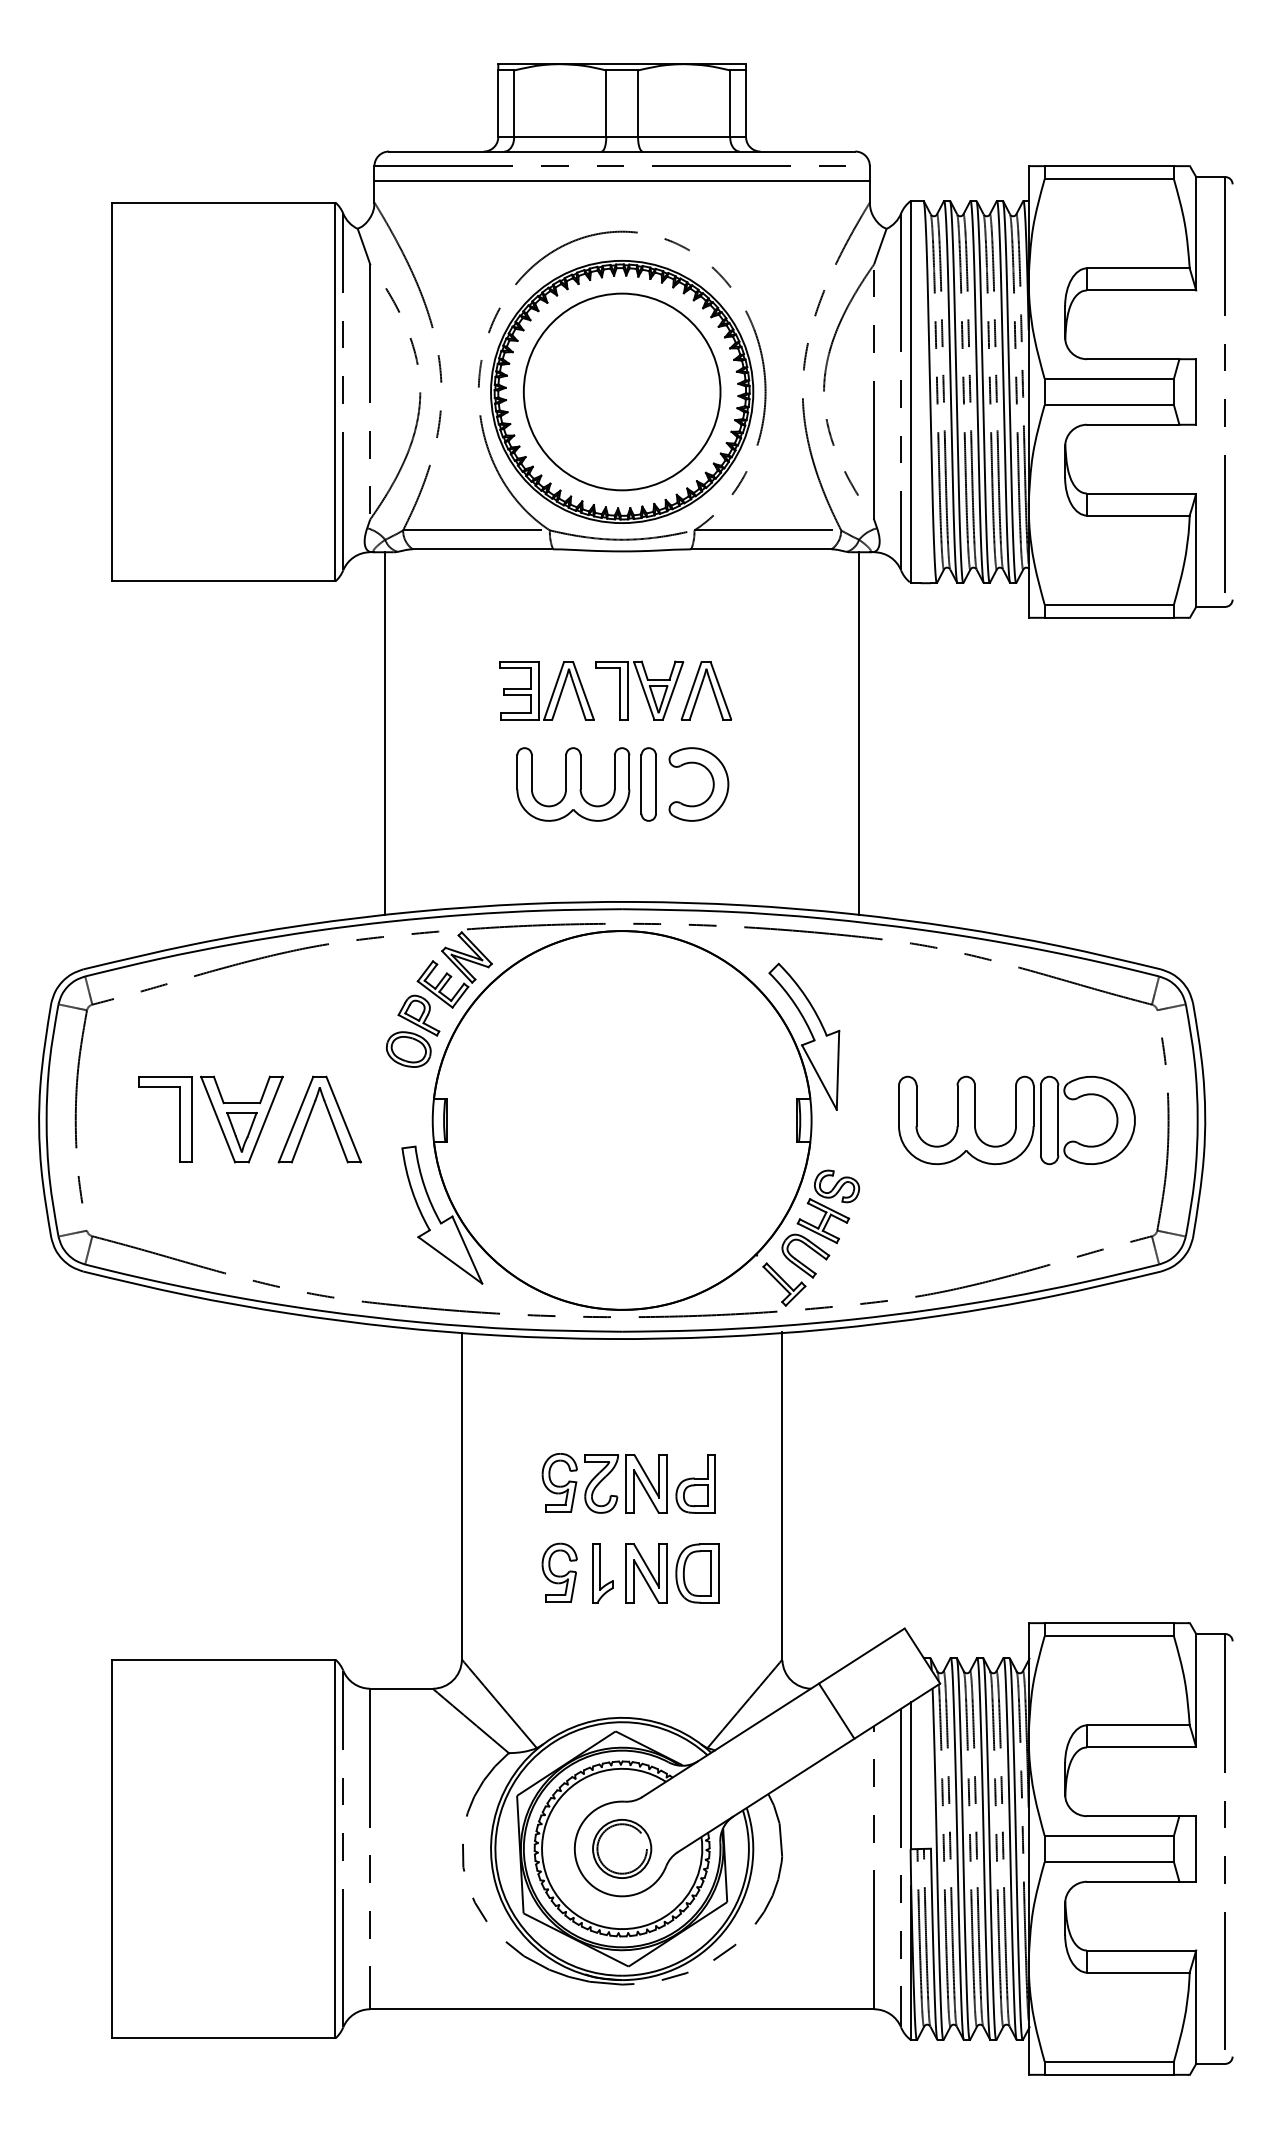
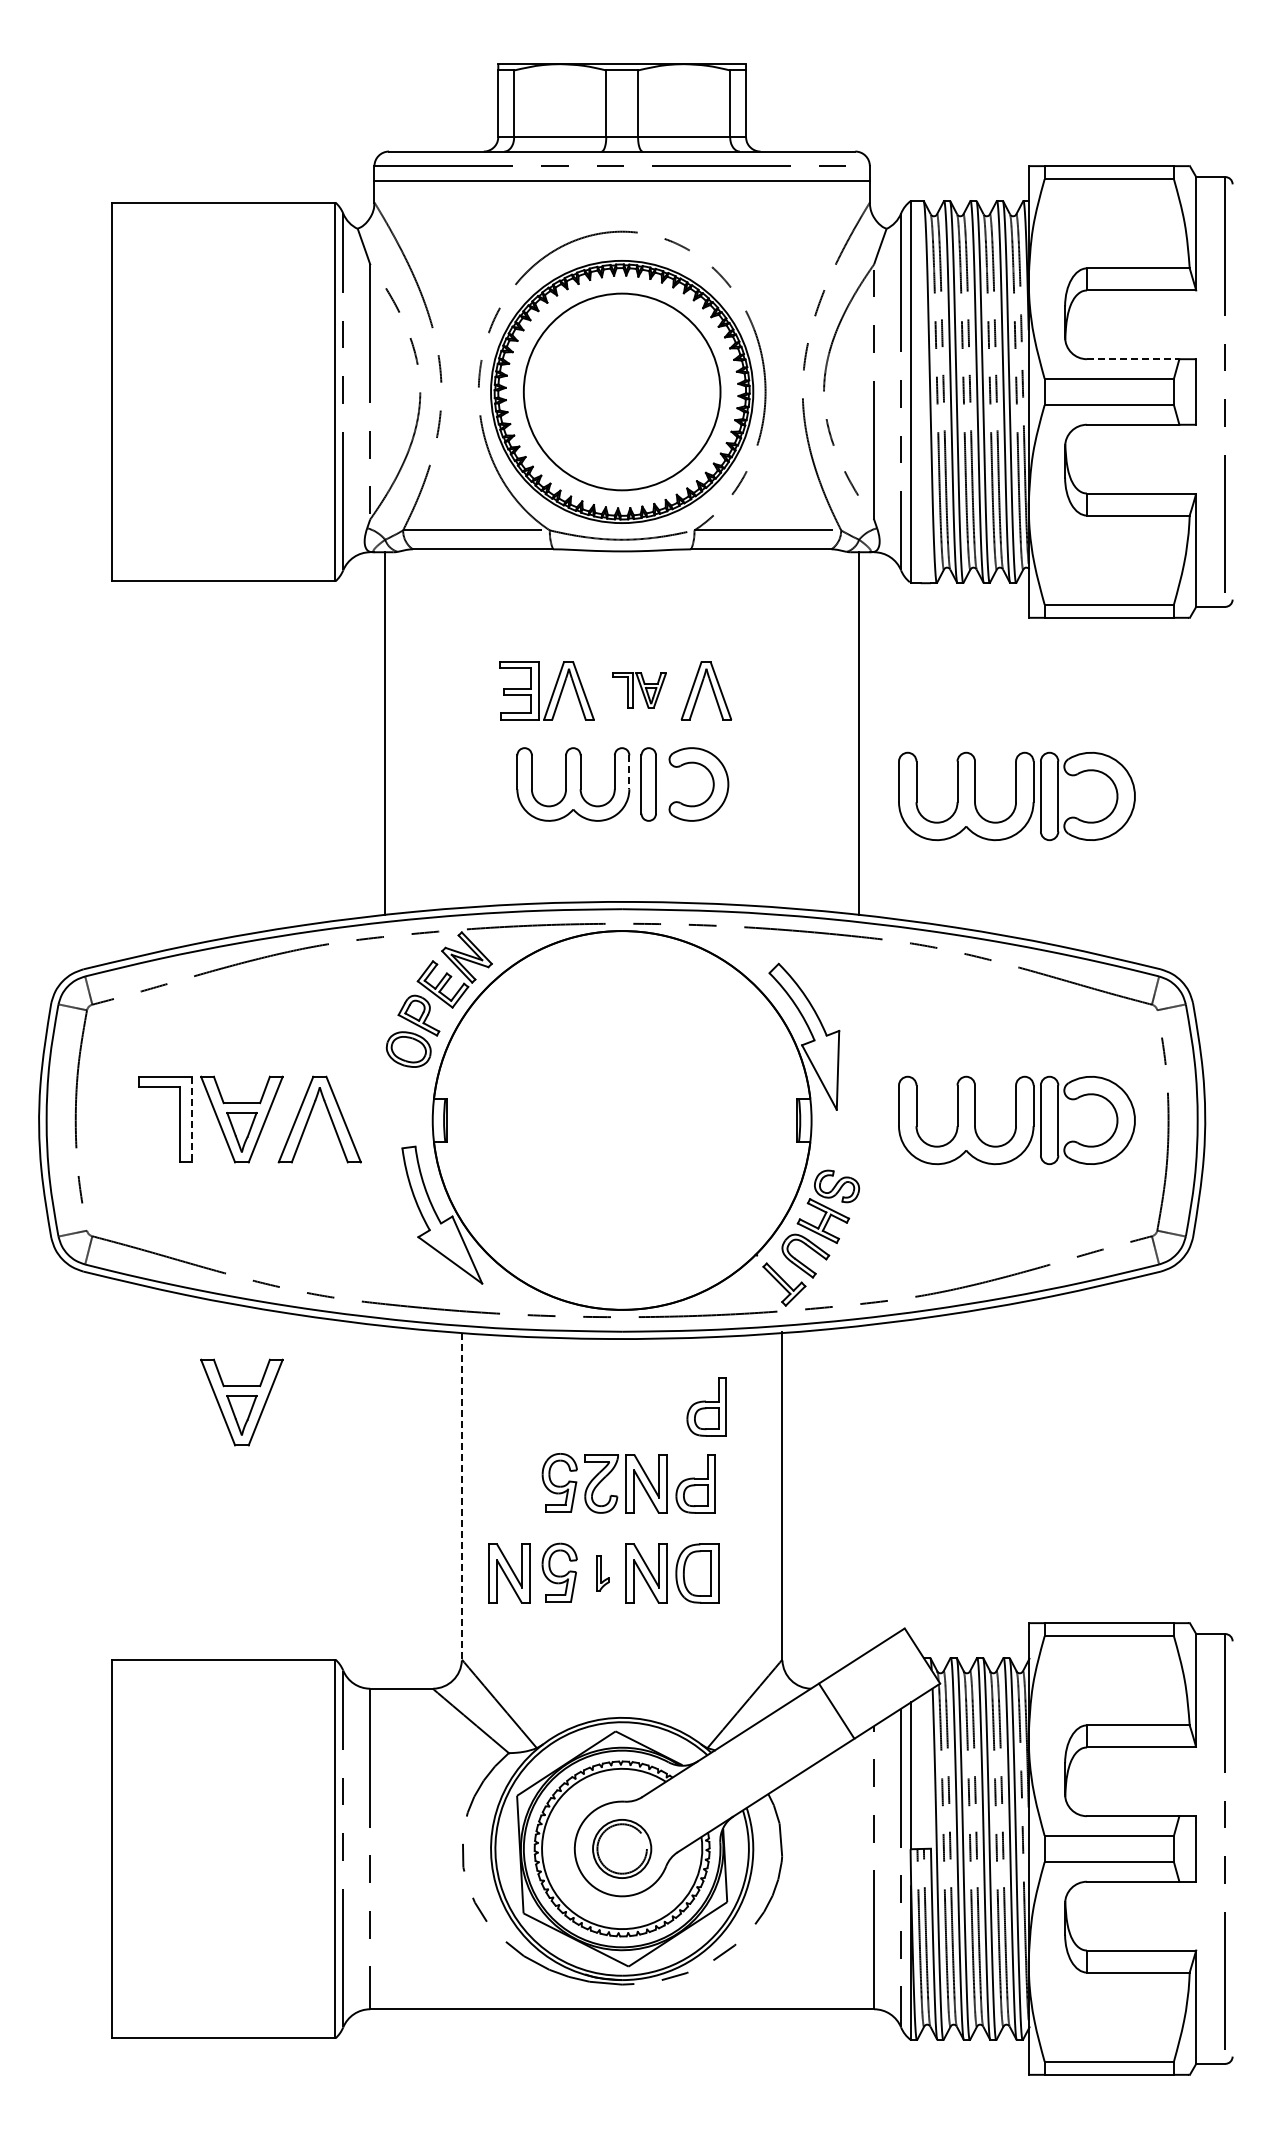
line at (1133, 359): solid -> dashed
part at (639, 690) size: 90x61 px -> 55x37 px
line at (629, 772): solid -> dashed
part at (1016, 796): none -> present
line at (191, 1119): solid -> dashed
part at (241, 1402): none -> present
part at (706, 1406): none -> present
line at (461, 1496): solid -> dashed
part at (509, 1573): none -> present
part at (602, 1573) size: 22x61 px -> 14x37 px
